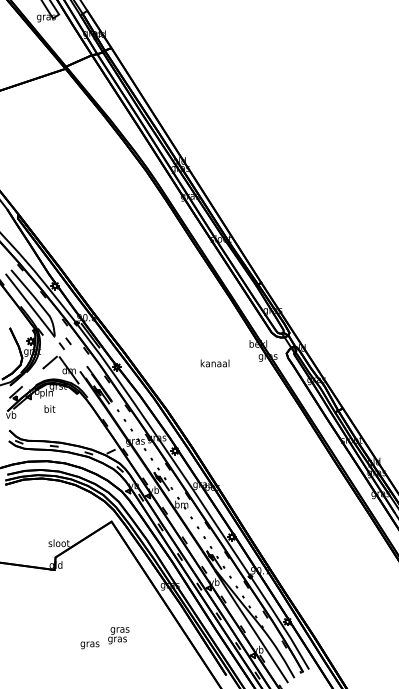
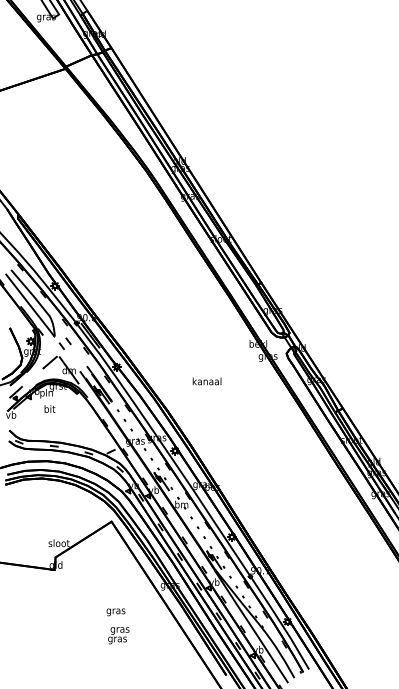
text at (214, 363) position: (214, 363) -> (206, 381)
text at (89, 645) position: (89, 645) -> (115, 612)
